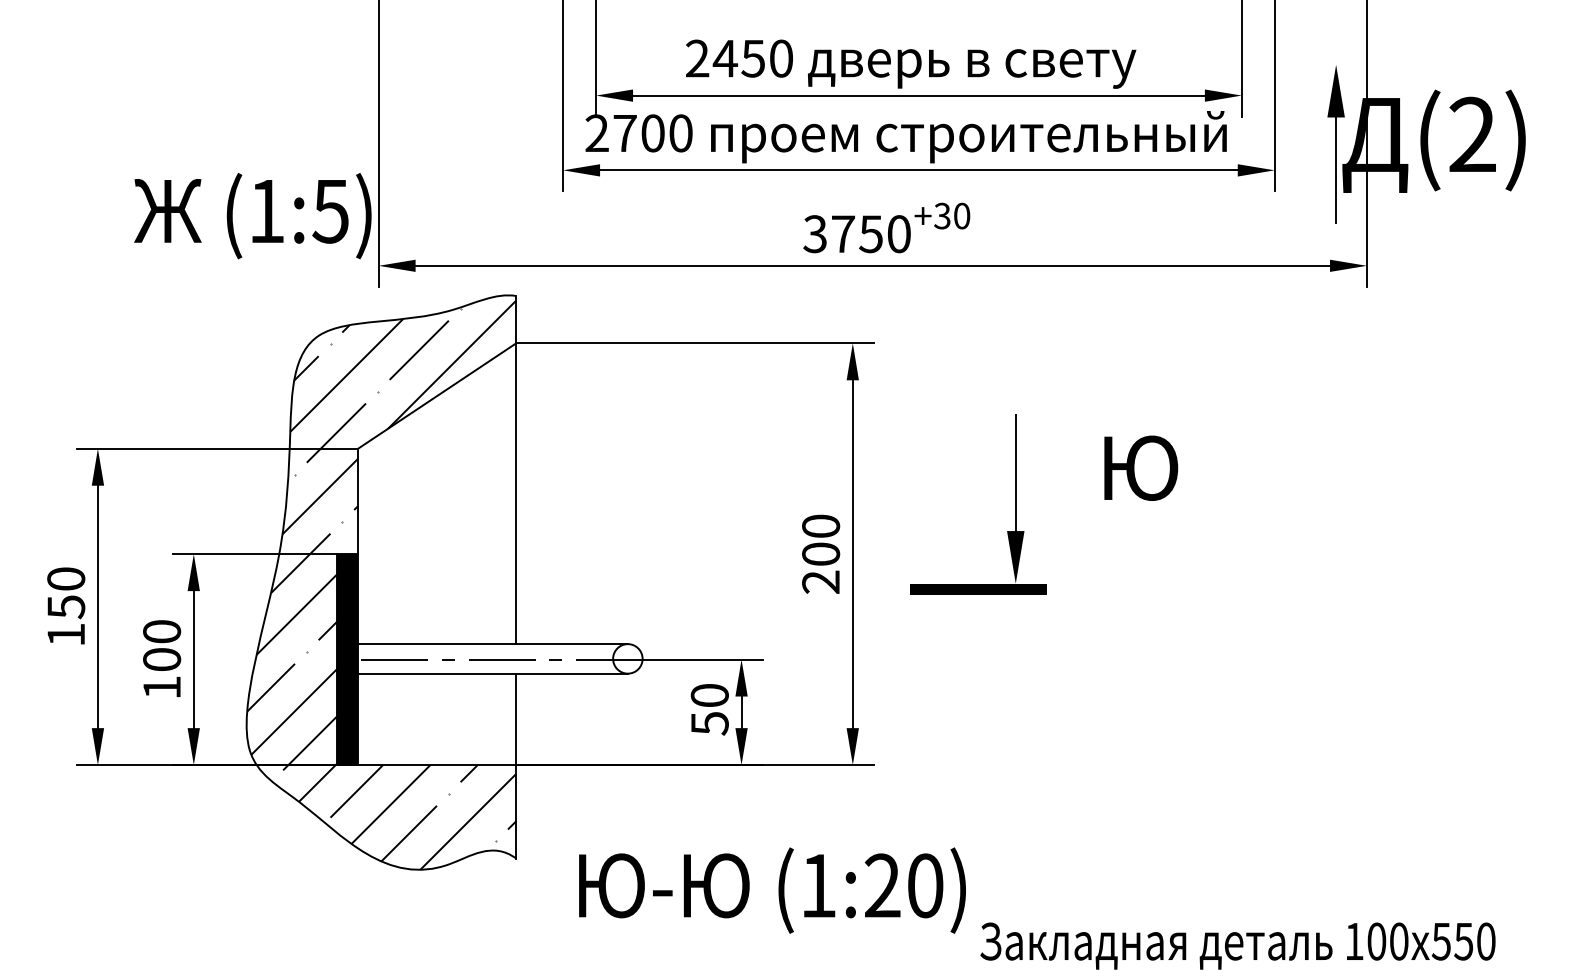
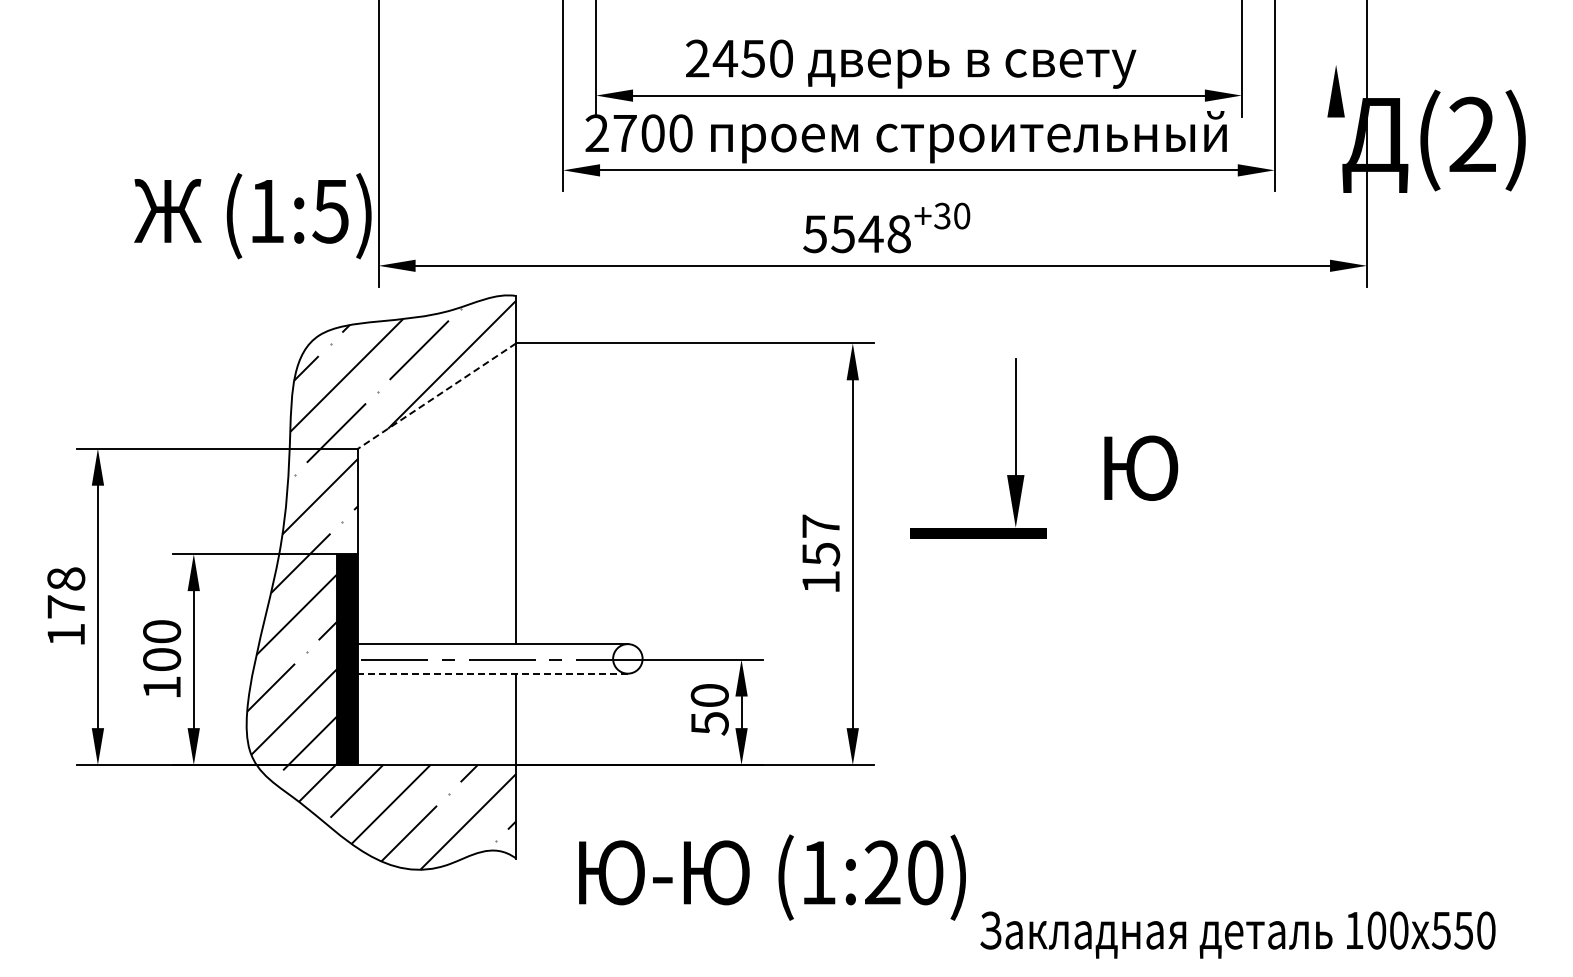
line at (1336, 169): present -> none
text at (856, 234): 3750 -> 5548
line at (436, 396): solid -> dashed
part at (1015, 504) position: (1015, 504) -> (1015, 448)
text at (821, 553): 200 -> 157
text at (66, 593): 150 -> 178
line at (492, 673): solid -> dashed
text at (772, 890) position: (772, 890) -> (772, 877)
text at (1237, 945) position: (1237, 945) -> (1237, 934)
